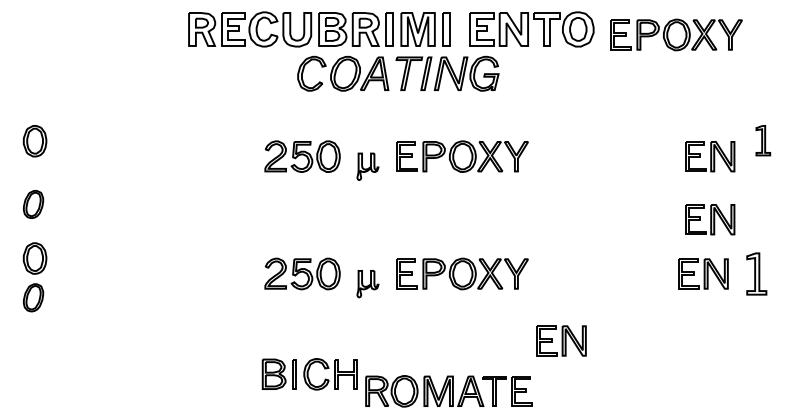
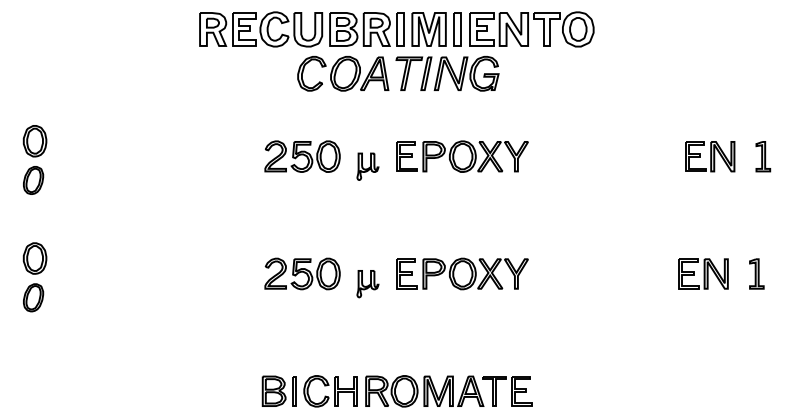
part at (319, 29) position: (319, 29) -> (330, 29)
part at (676, 34): present -> none
part at (763, 140) position: (763, 140) -> (763, 156)
part at (33, 204) position: (33, 204) -> (33, 180)
part at (710, 219): present -> none
part at (756, 273) size: 22x44 px -> 16x32 px
part at (561, 340): present -> none
part at (309, 374) position: (309, 374) -> (309, 391)
